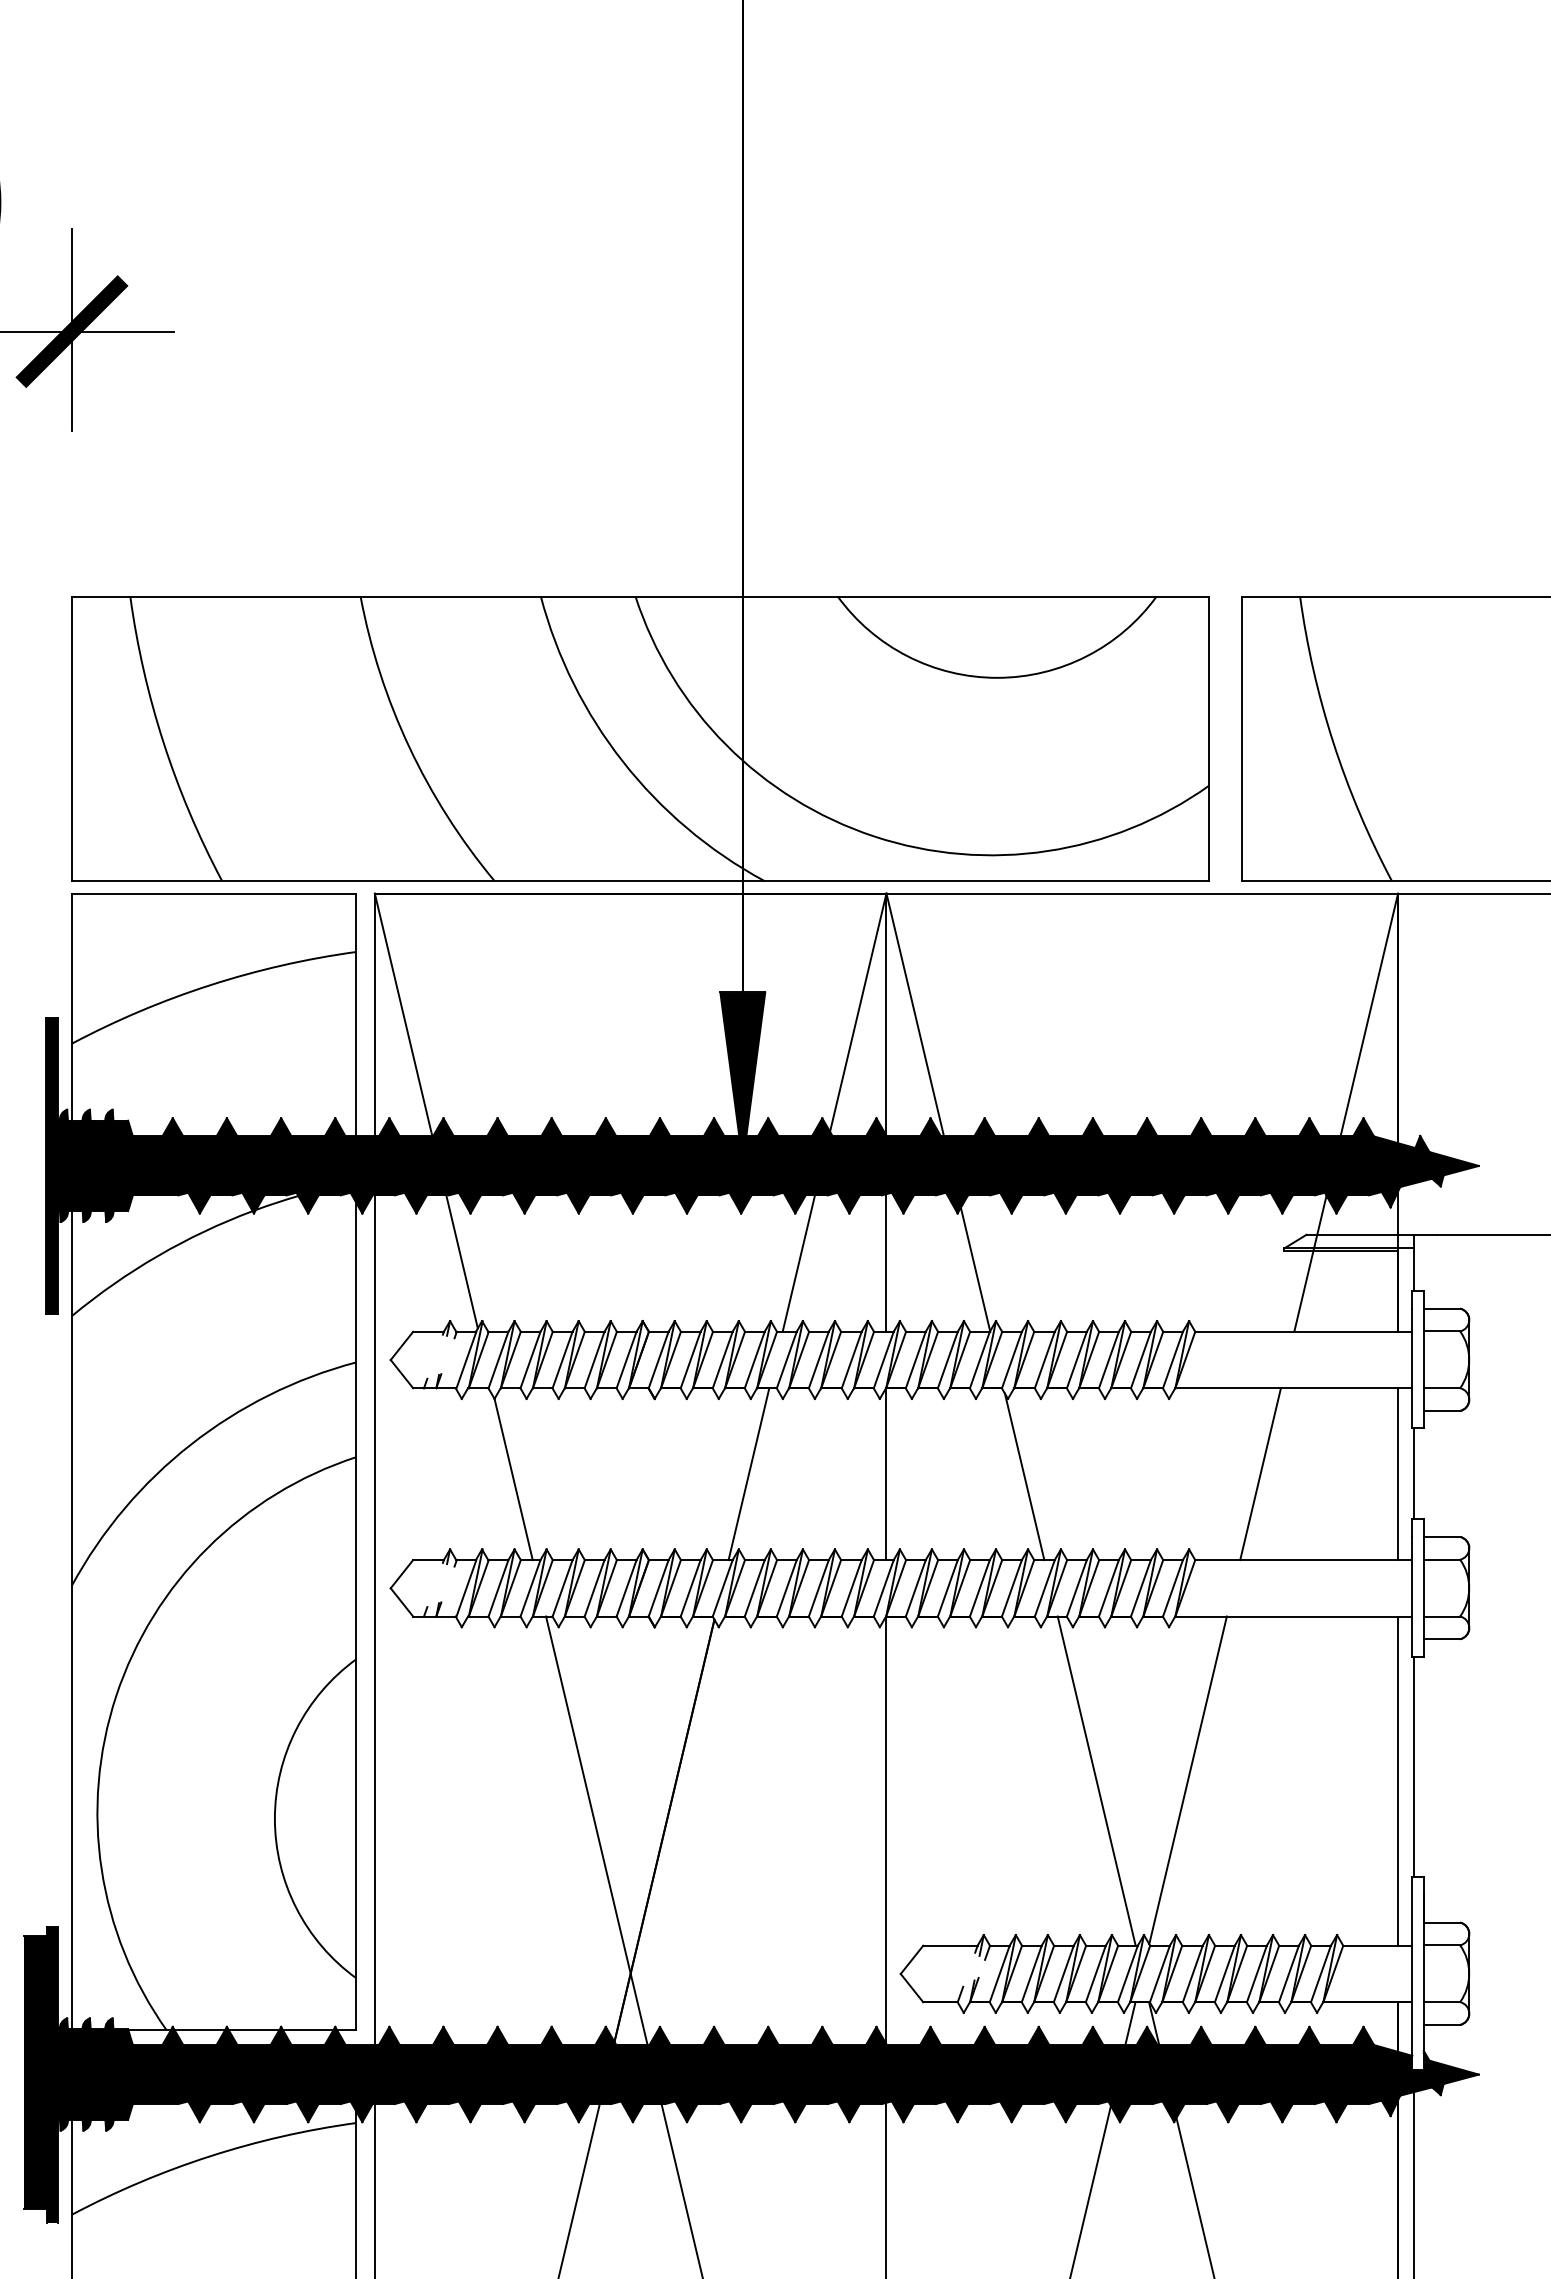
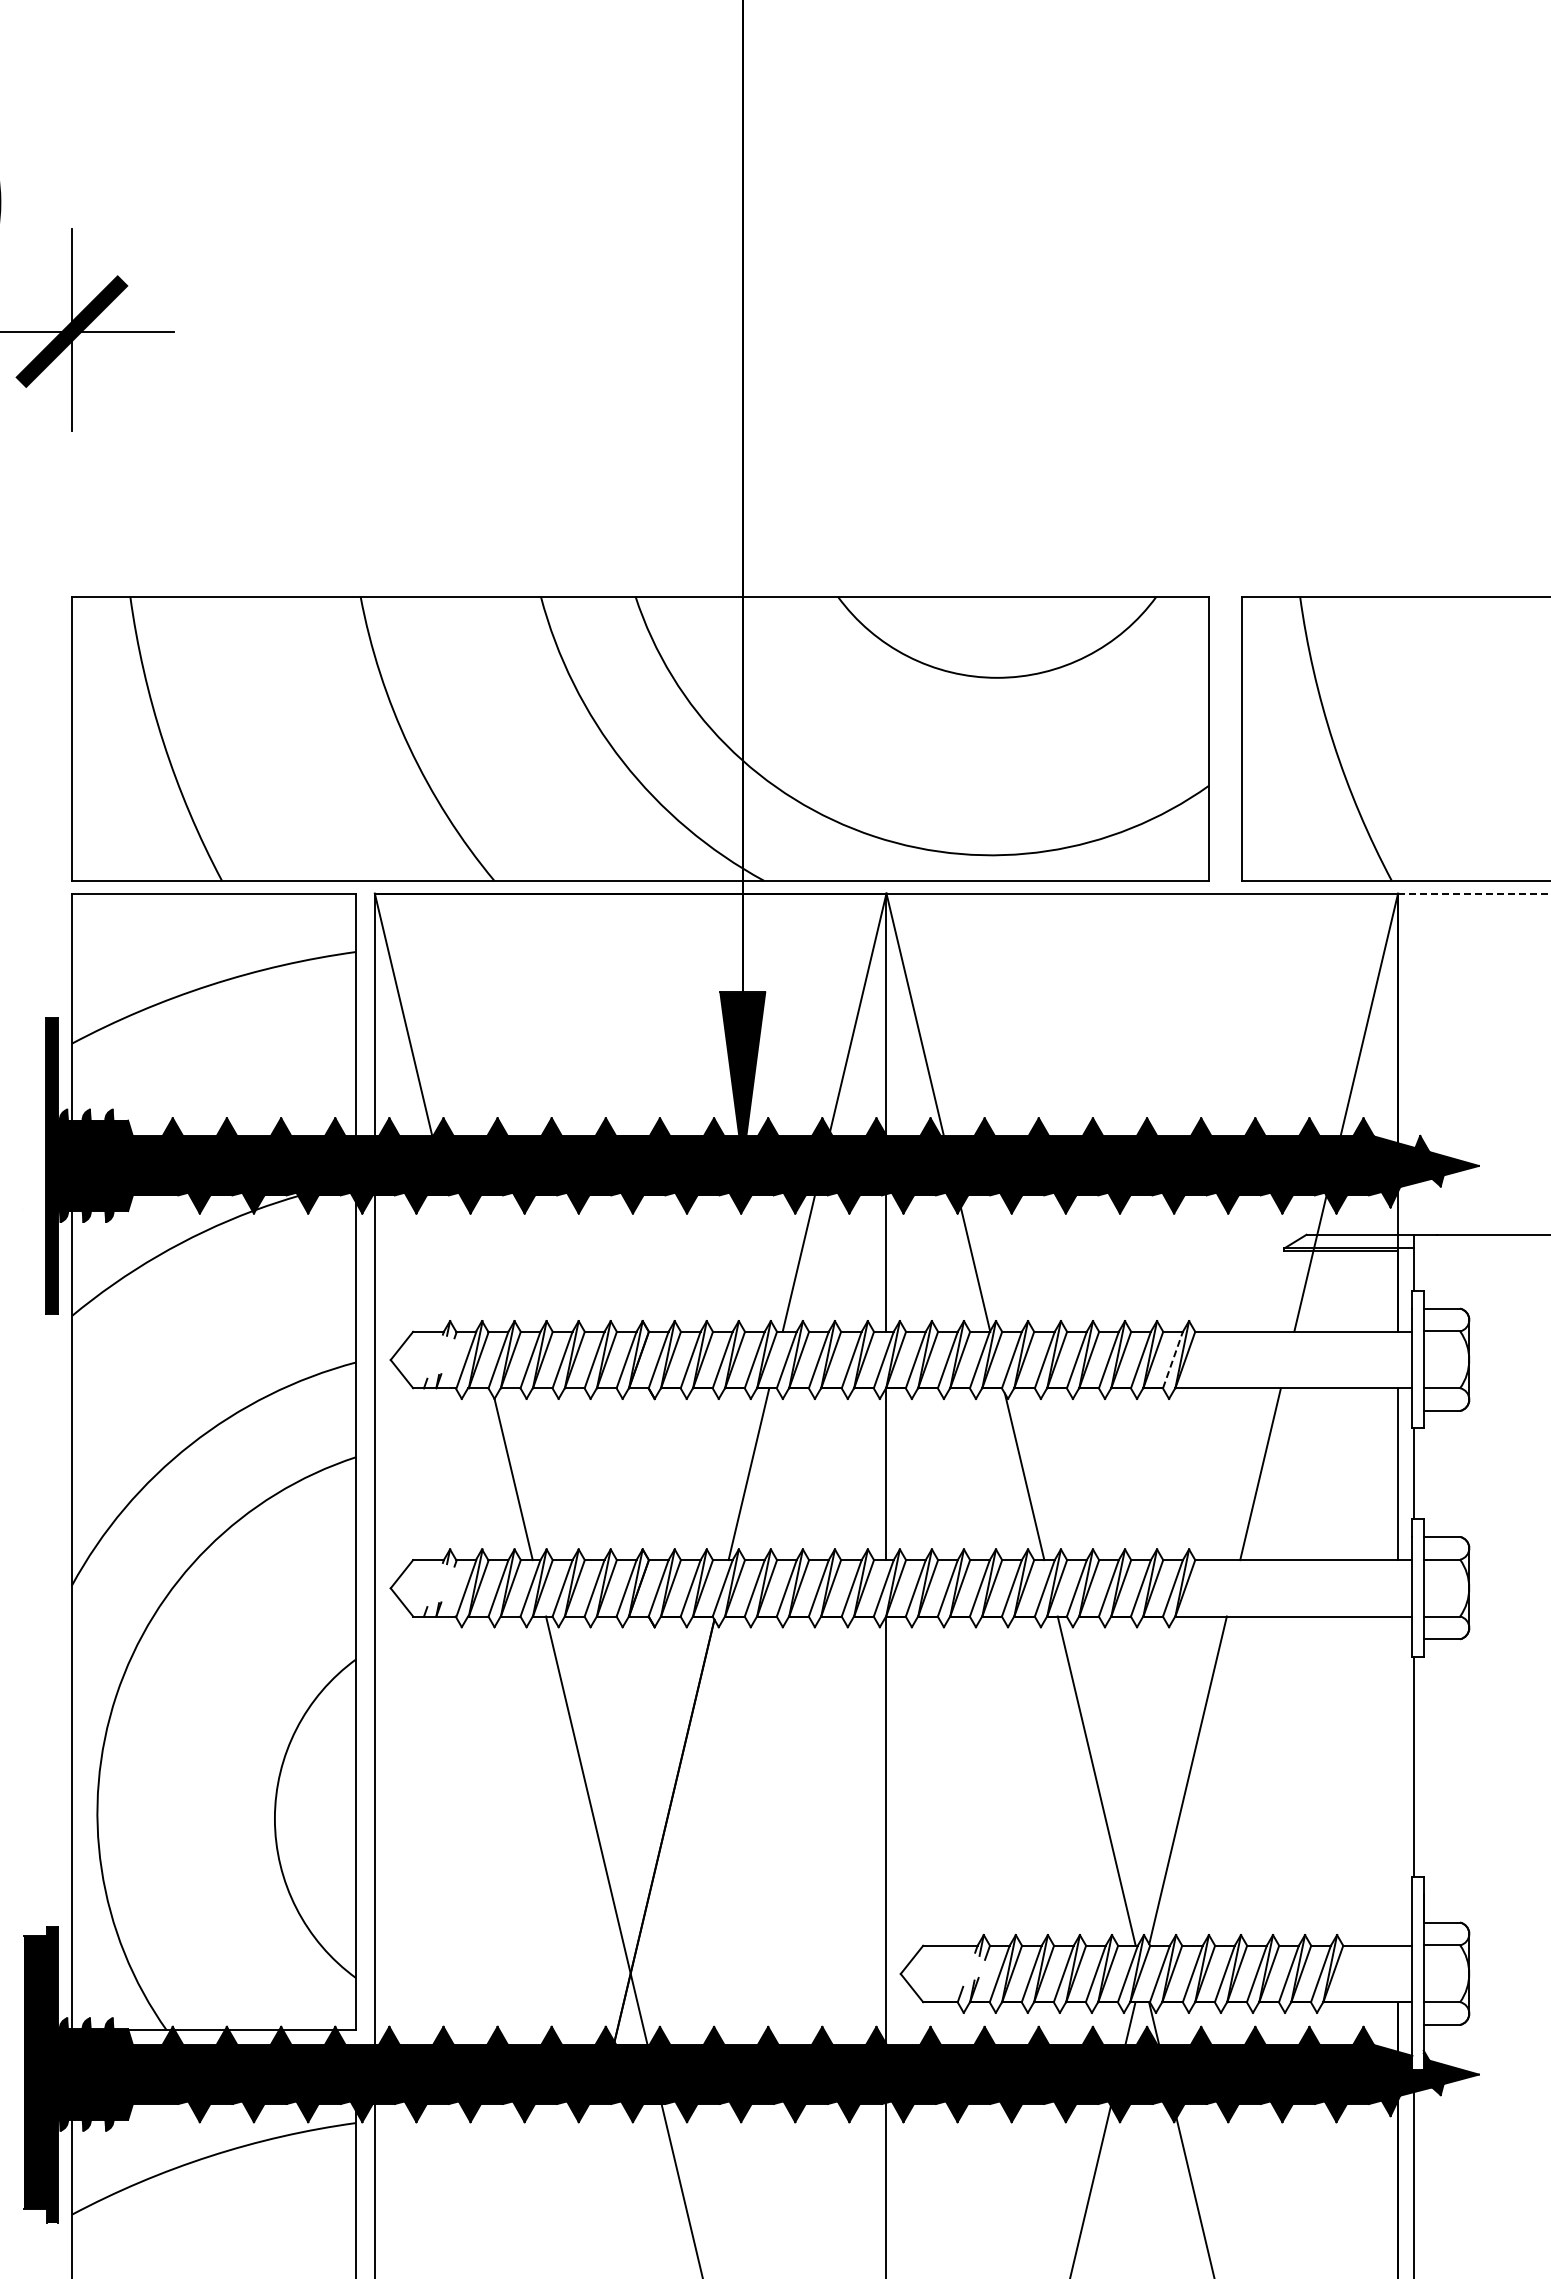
line at (1474, 893): solid -> dashed
line at (461, 1261): present -> none
line at (1172, 1360): solid -> dashed
line at (1398, 1780): present -> none
line at (579, 2189): present -> none
